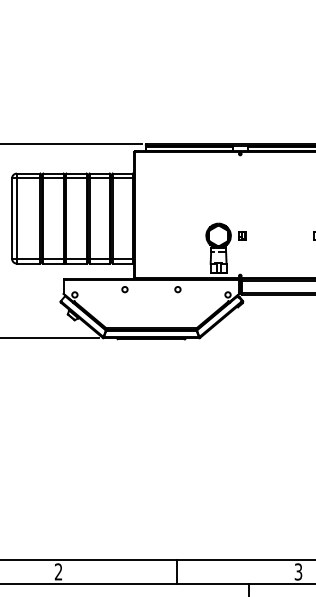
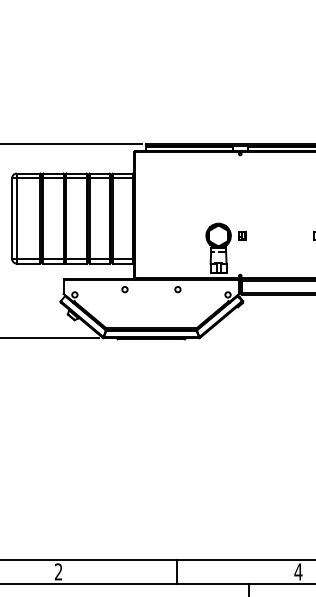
text at (298, 571): 3 -> 4
